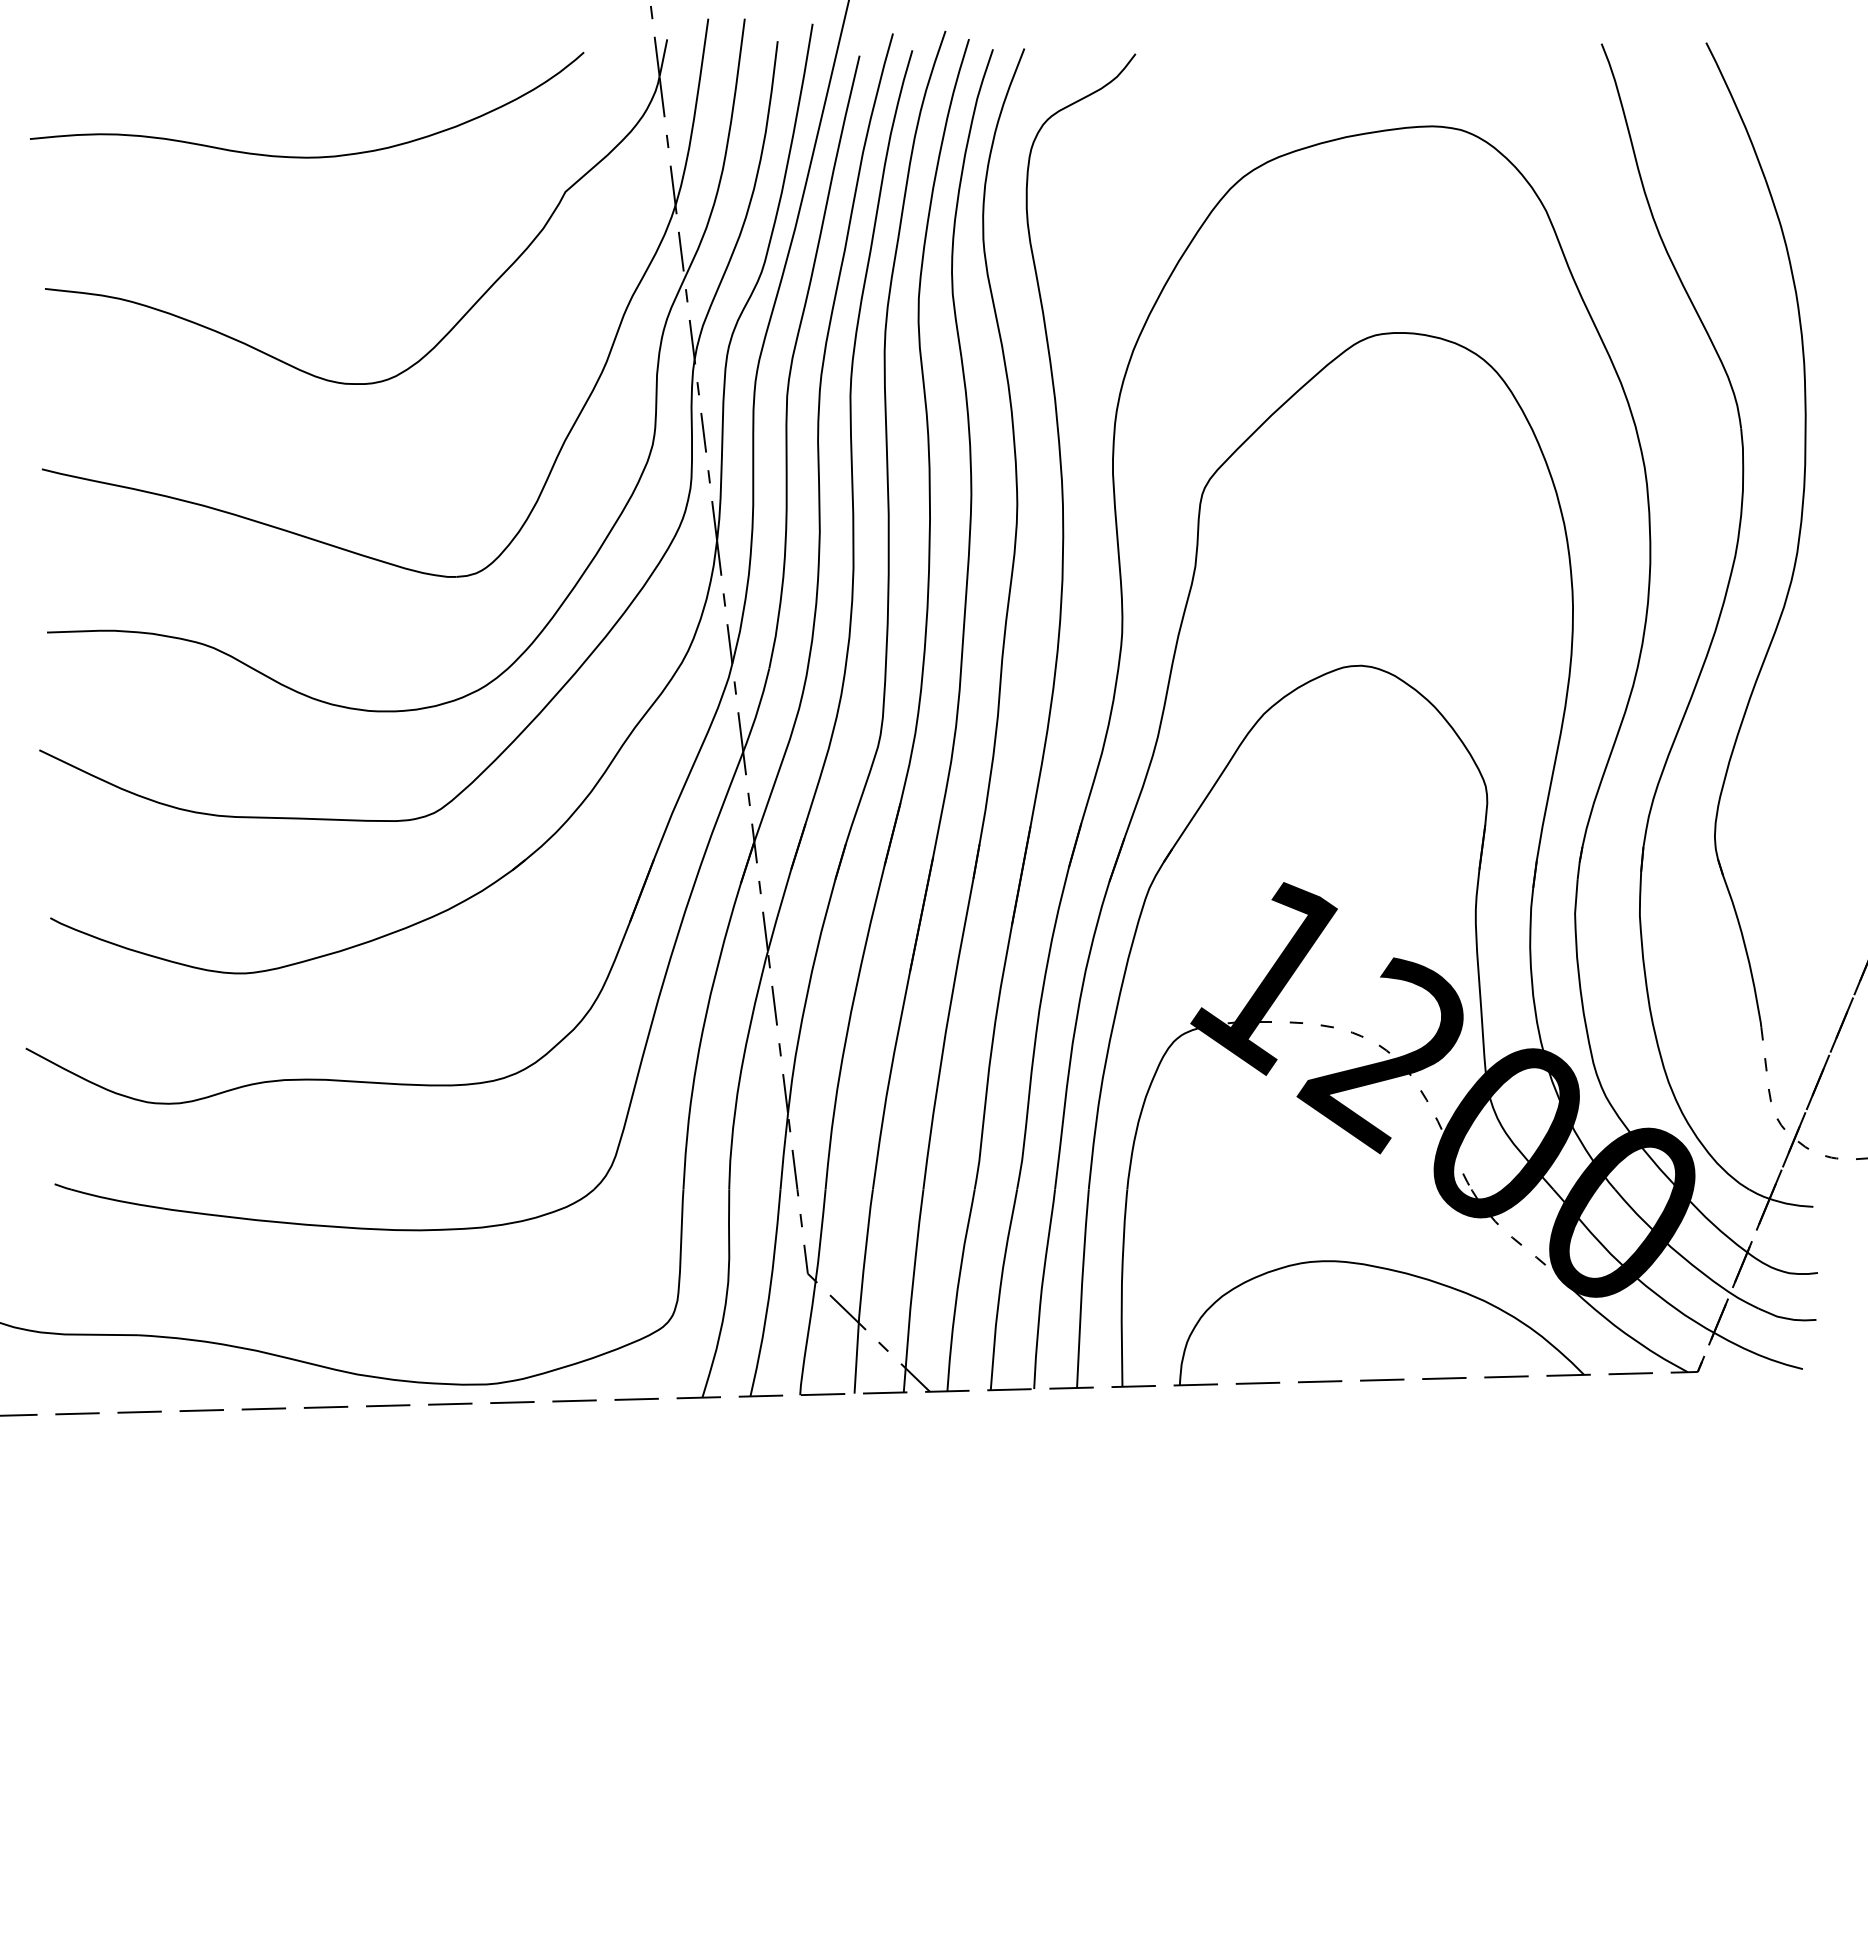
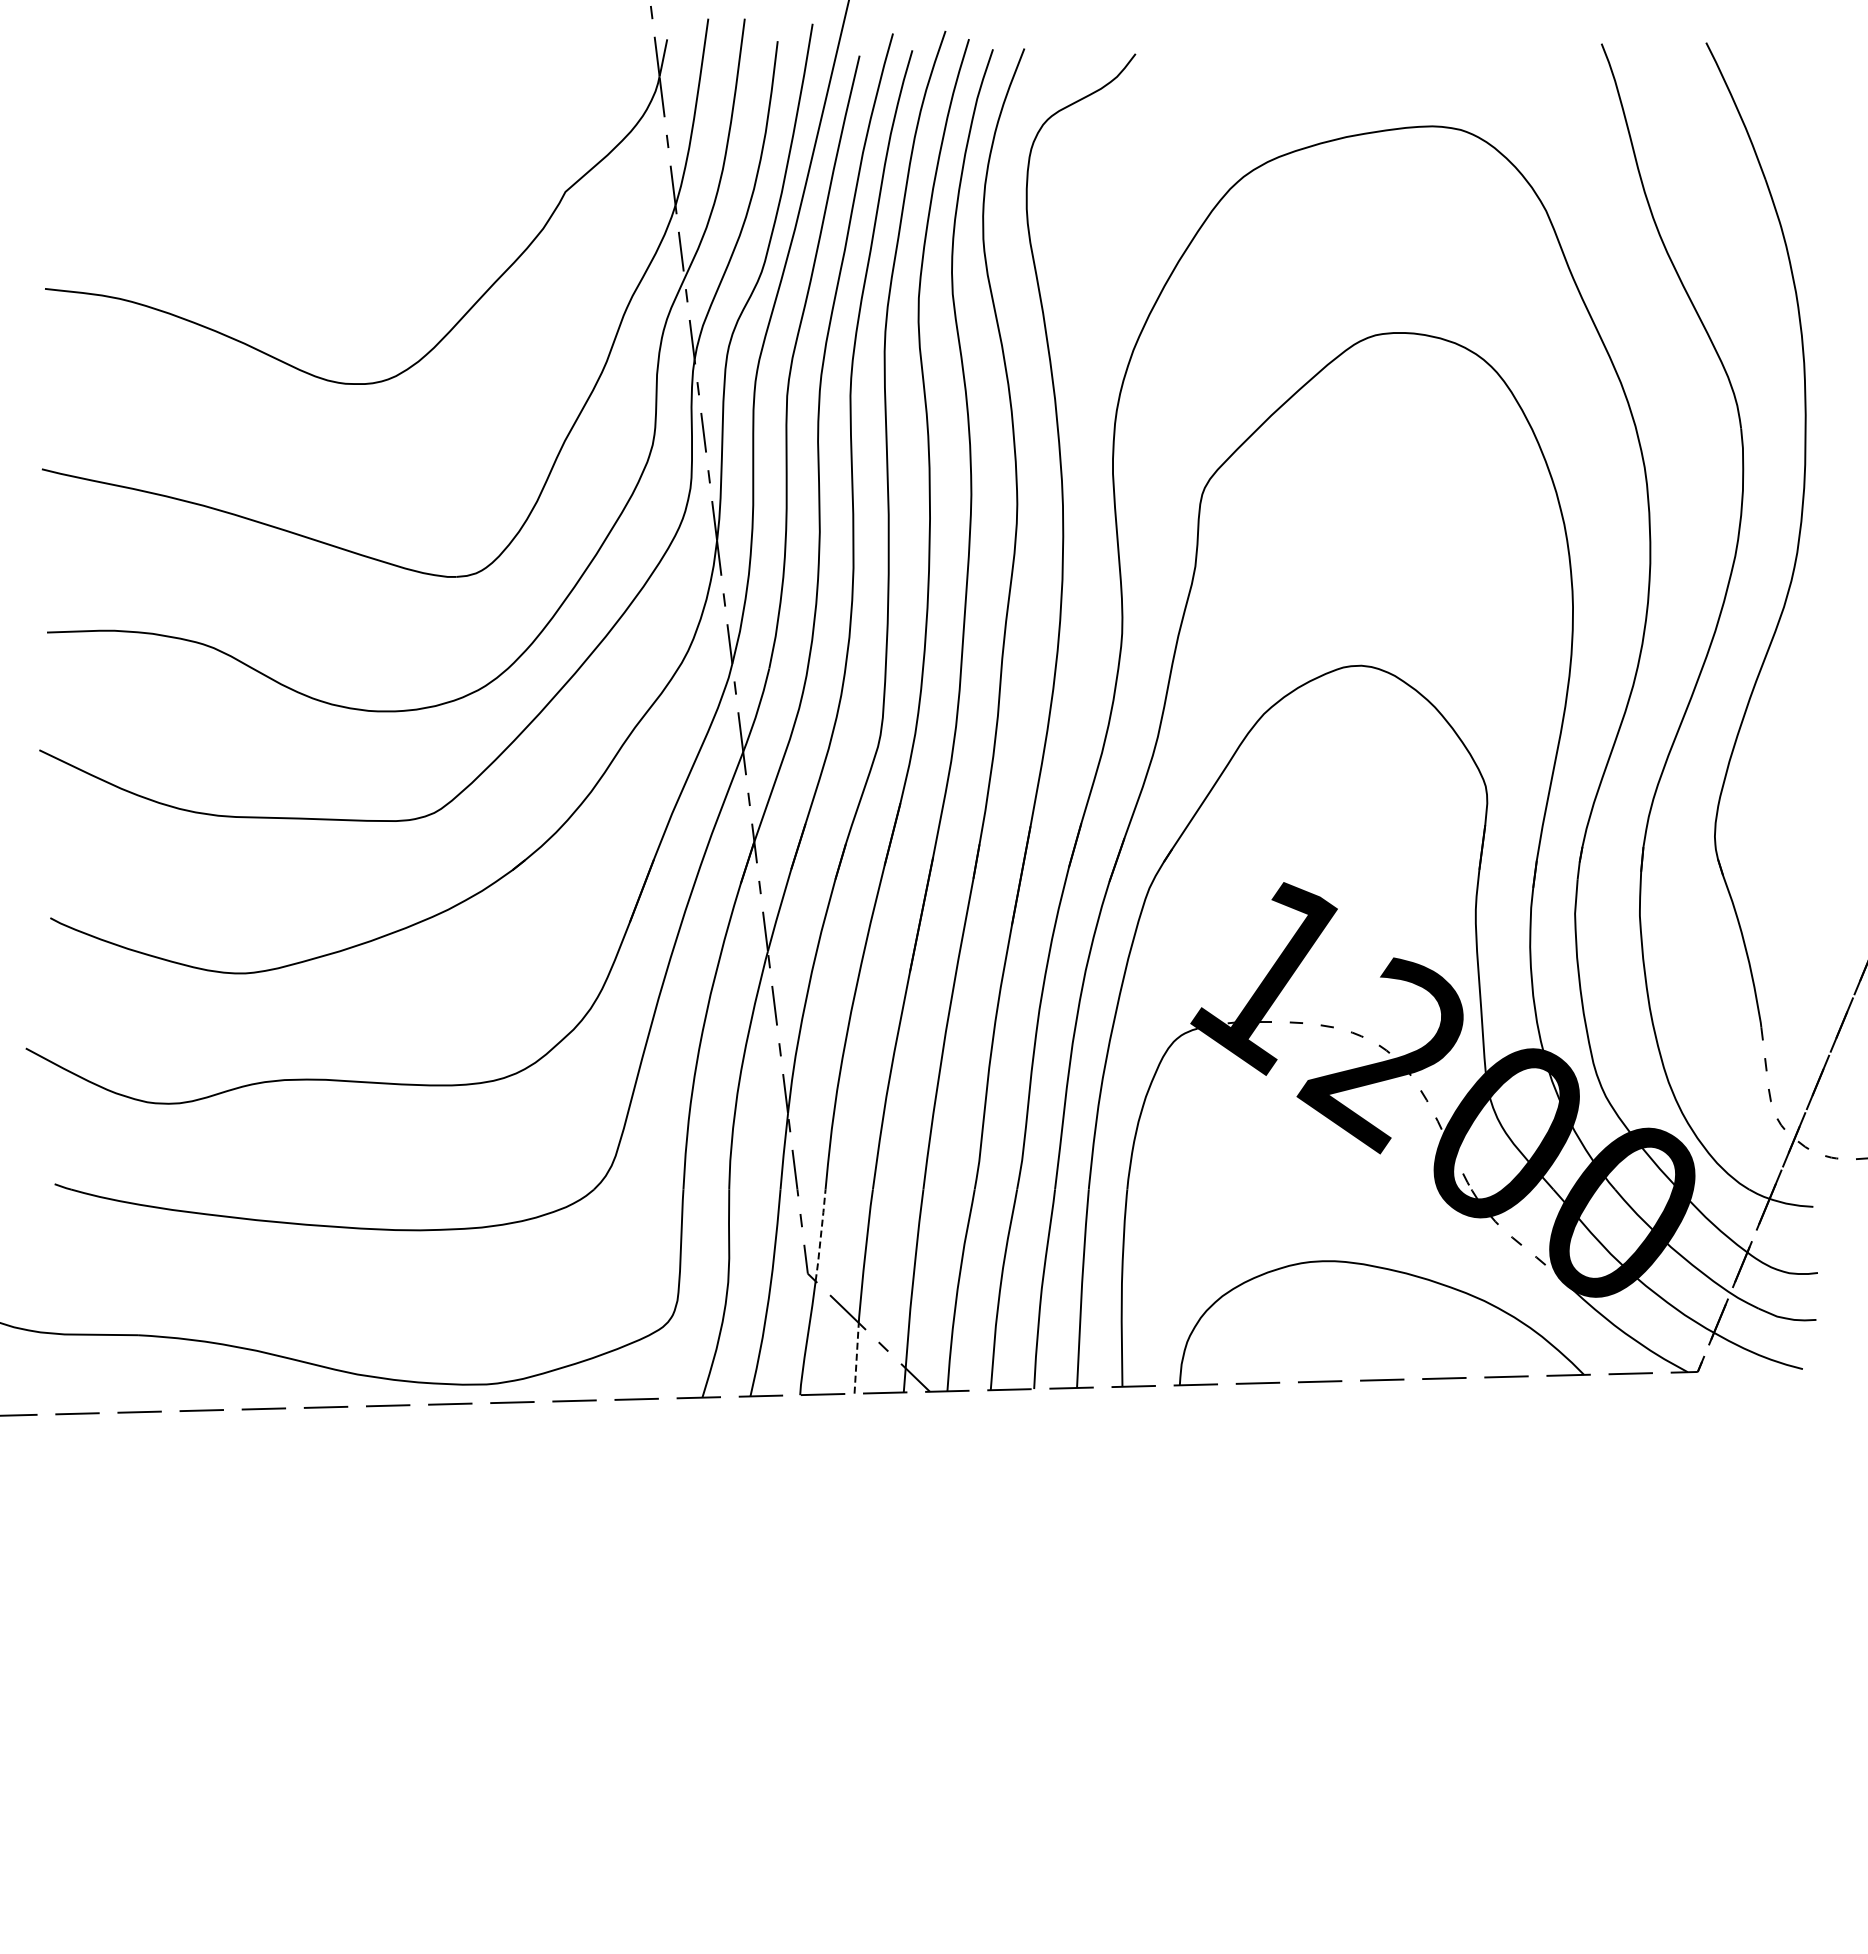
curve at (307, 156): present -> none
line at (820, 1235): solid -> dashed
line at (856, 1357): solid -> dashed
